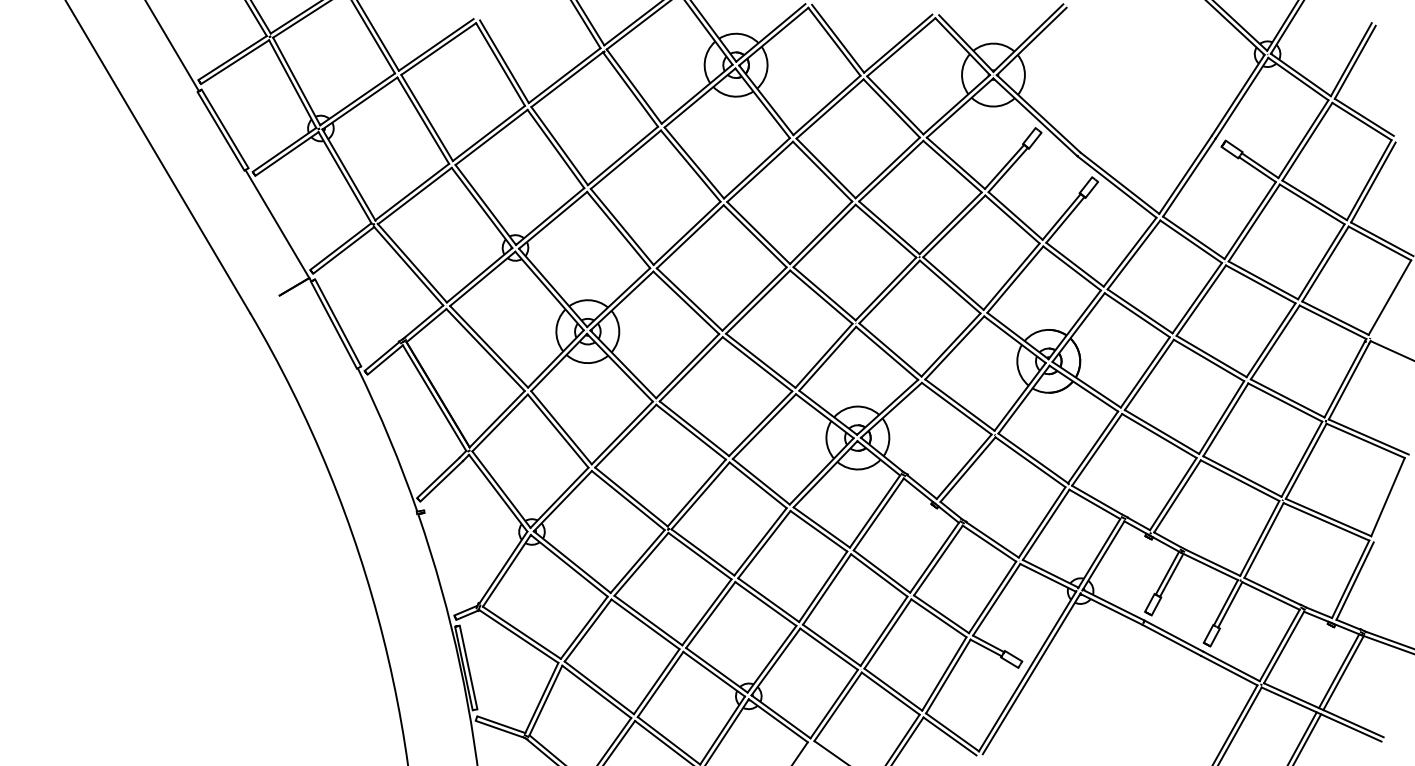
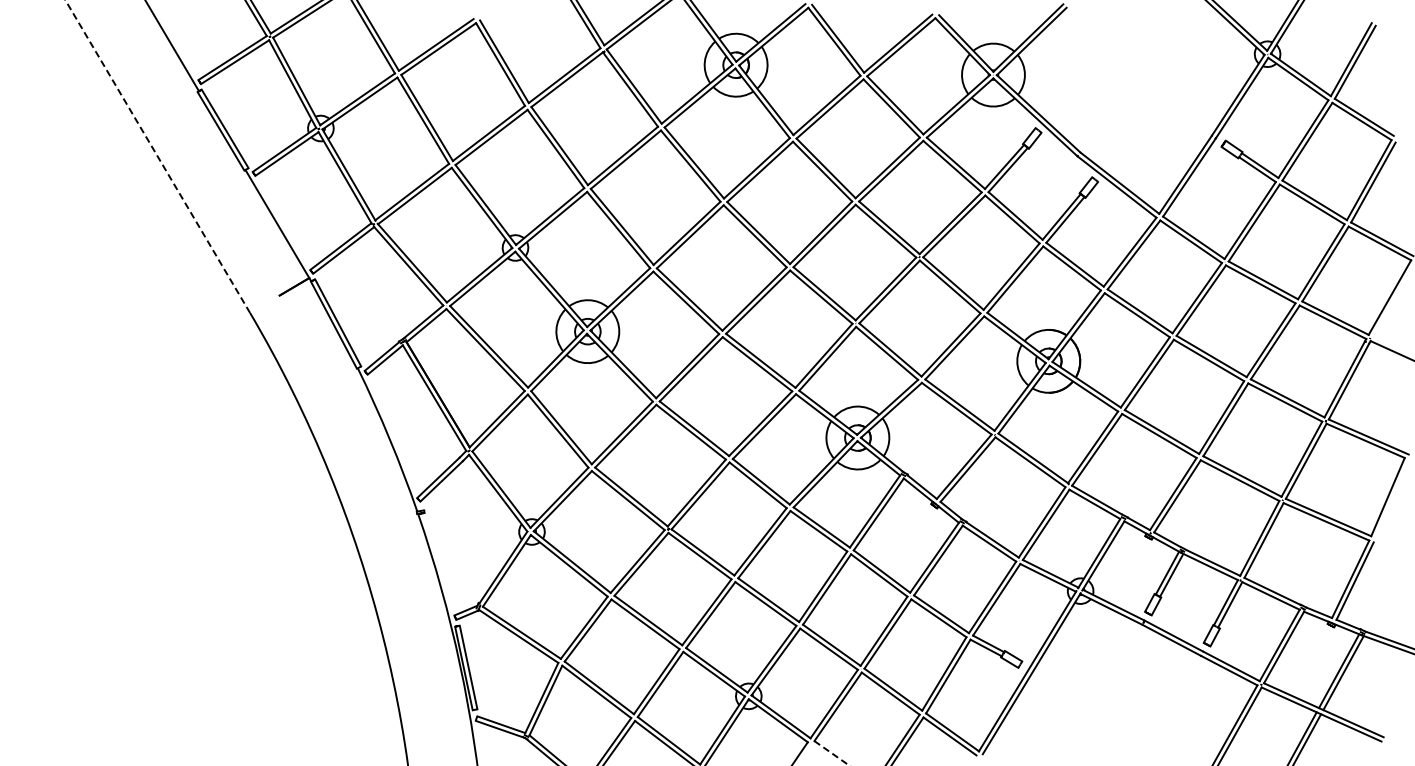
line at (157, 156): solid -> dashed
line at (831, 753): solid -> dashed
